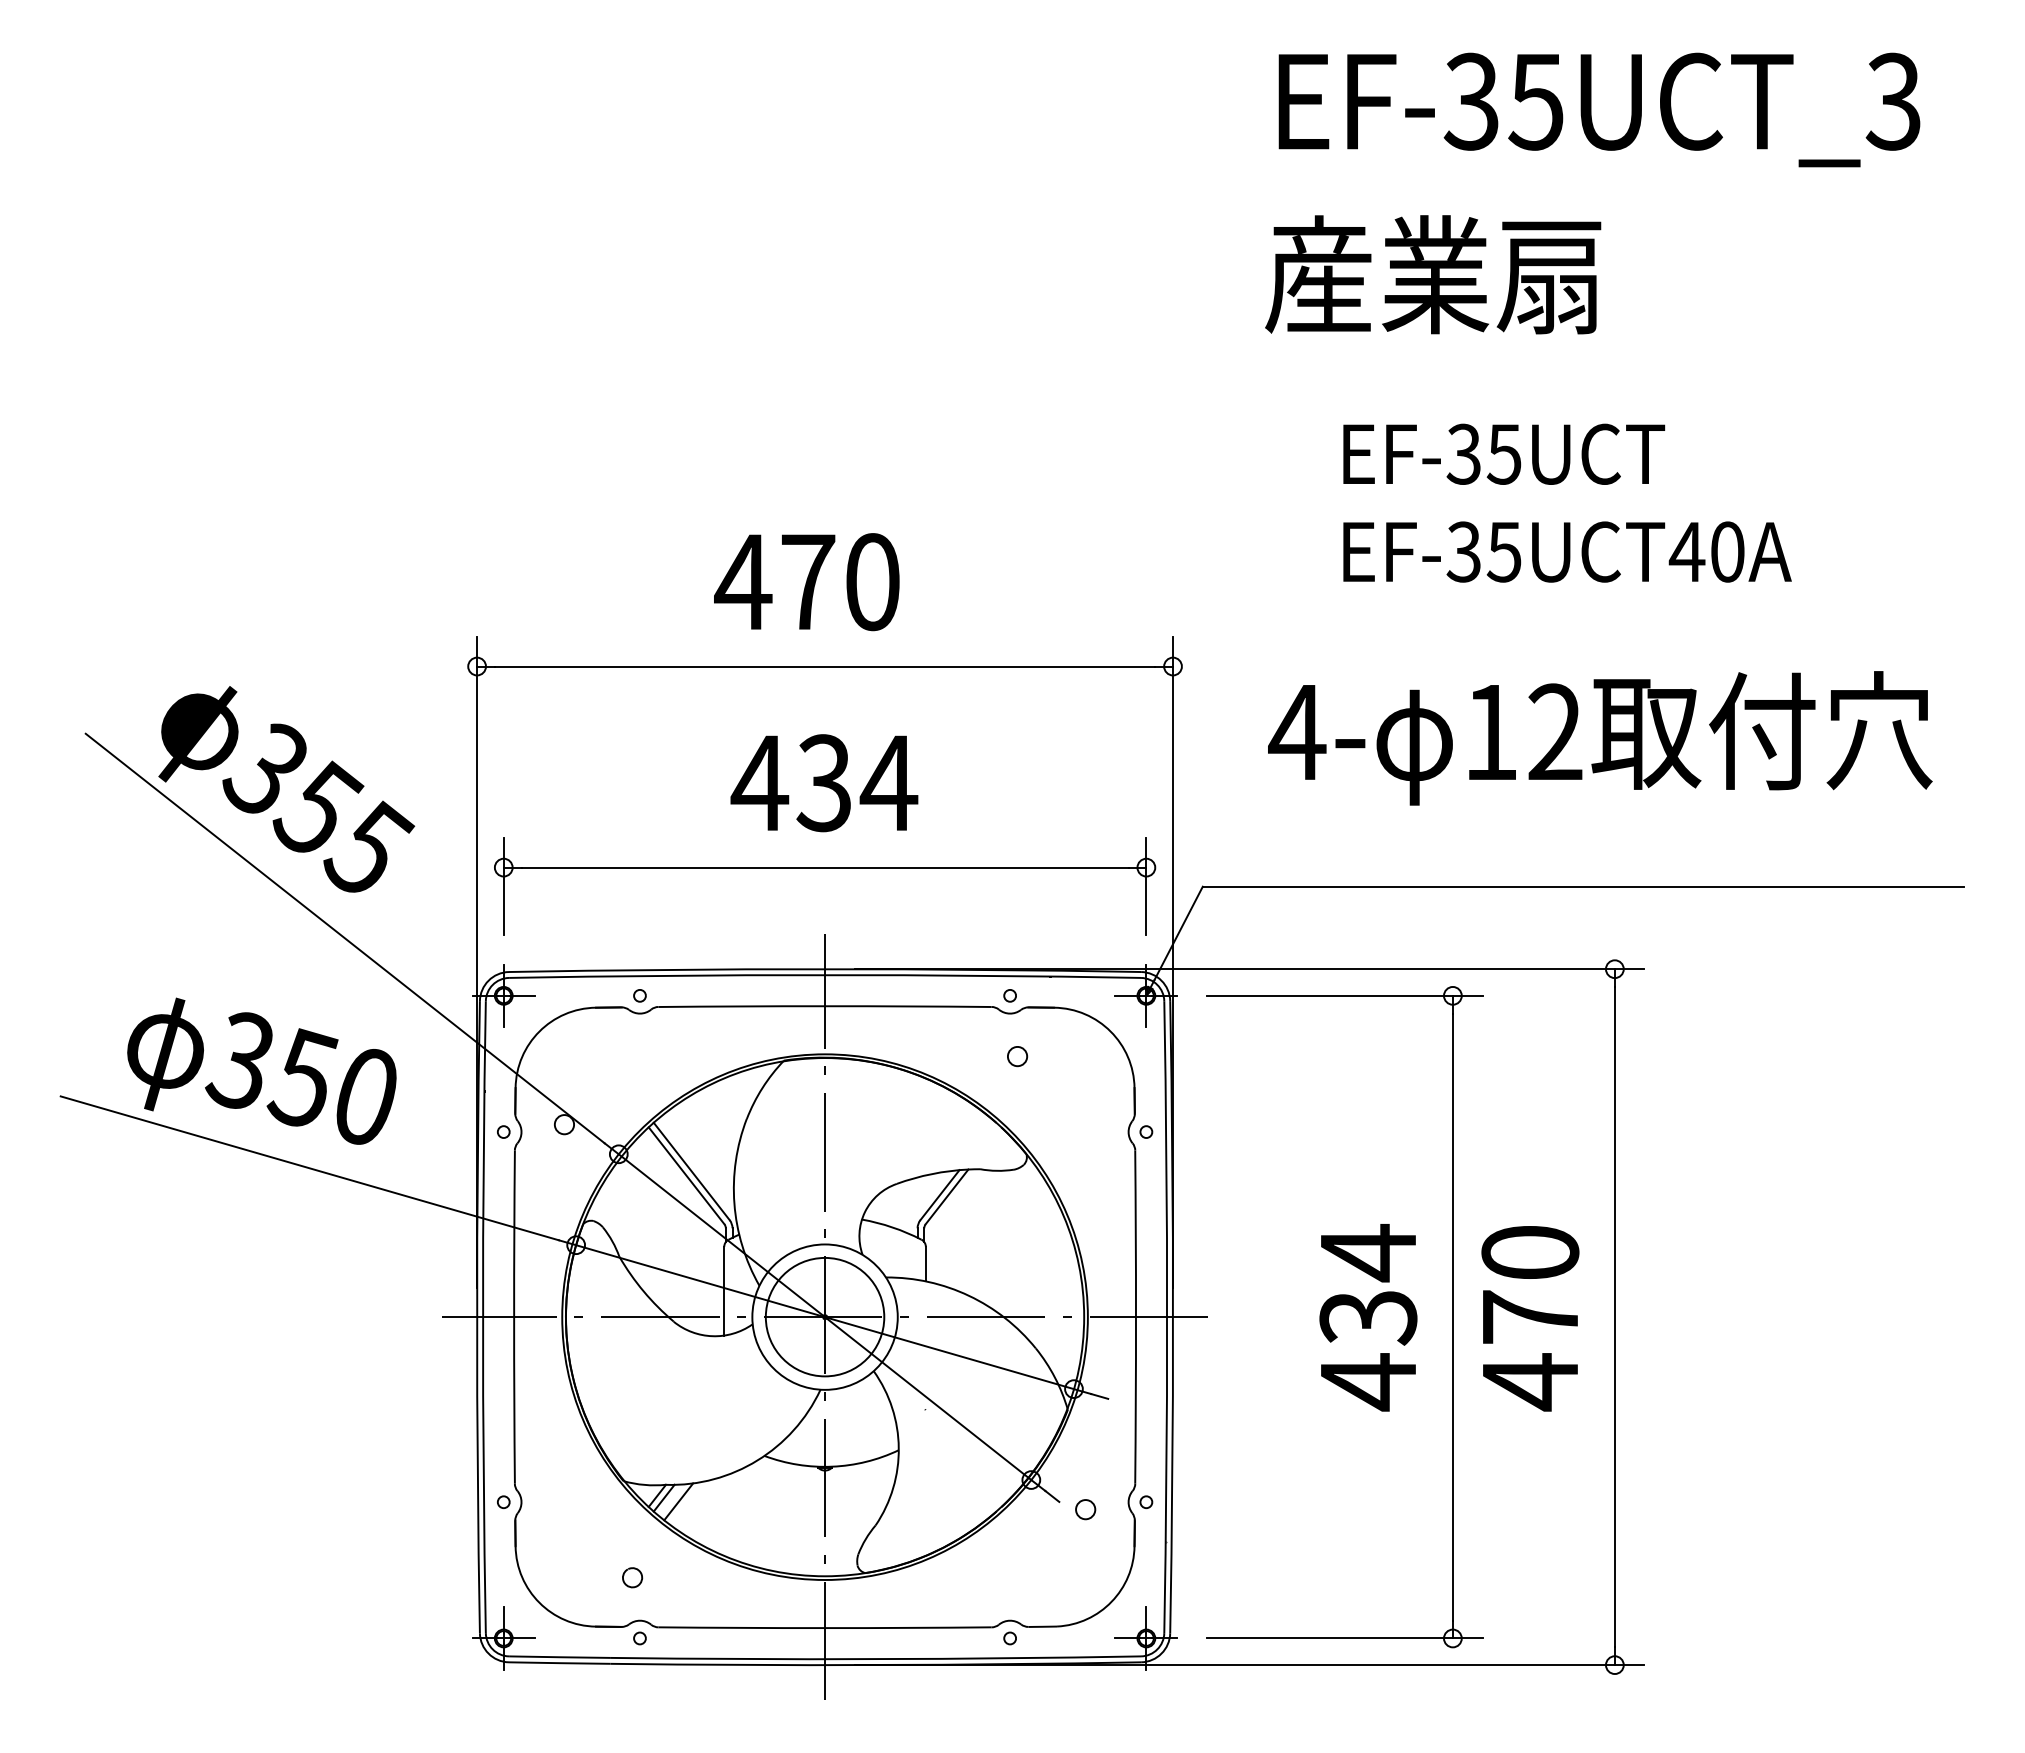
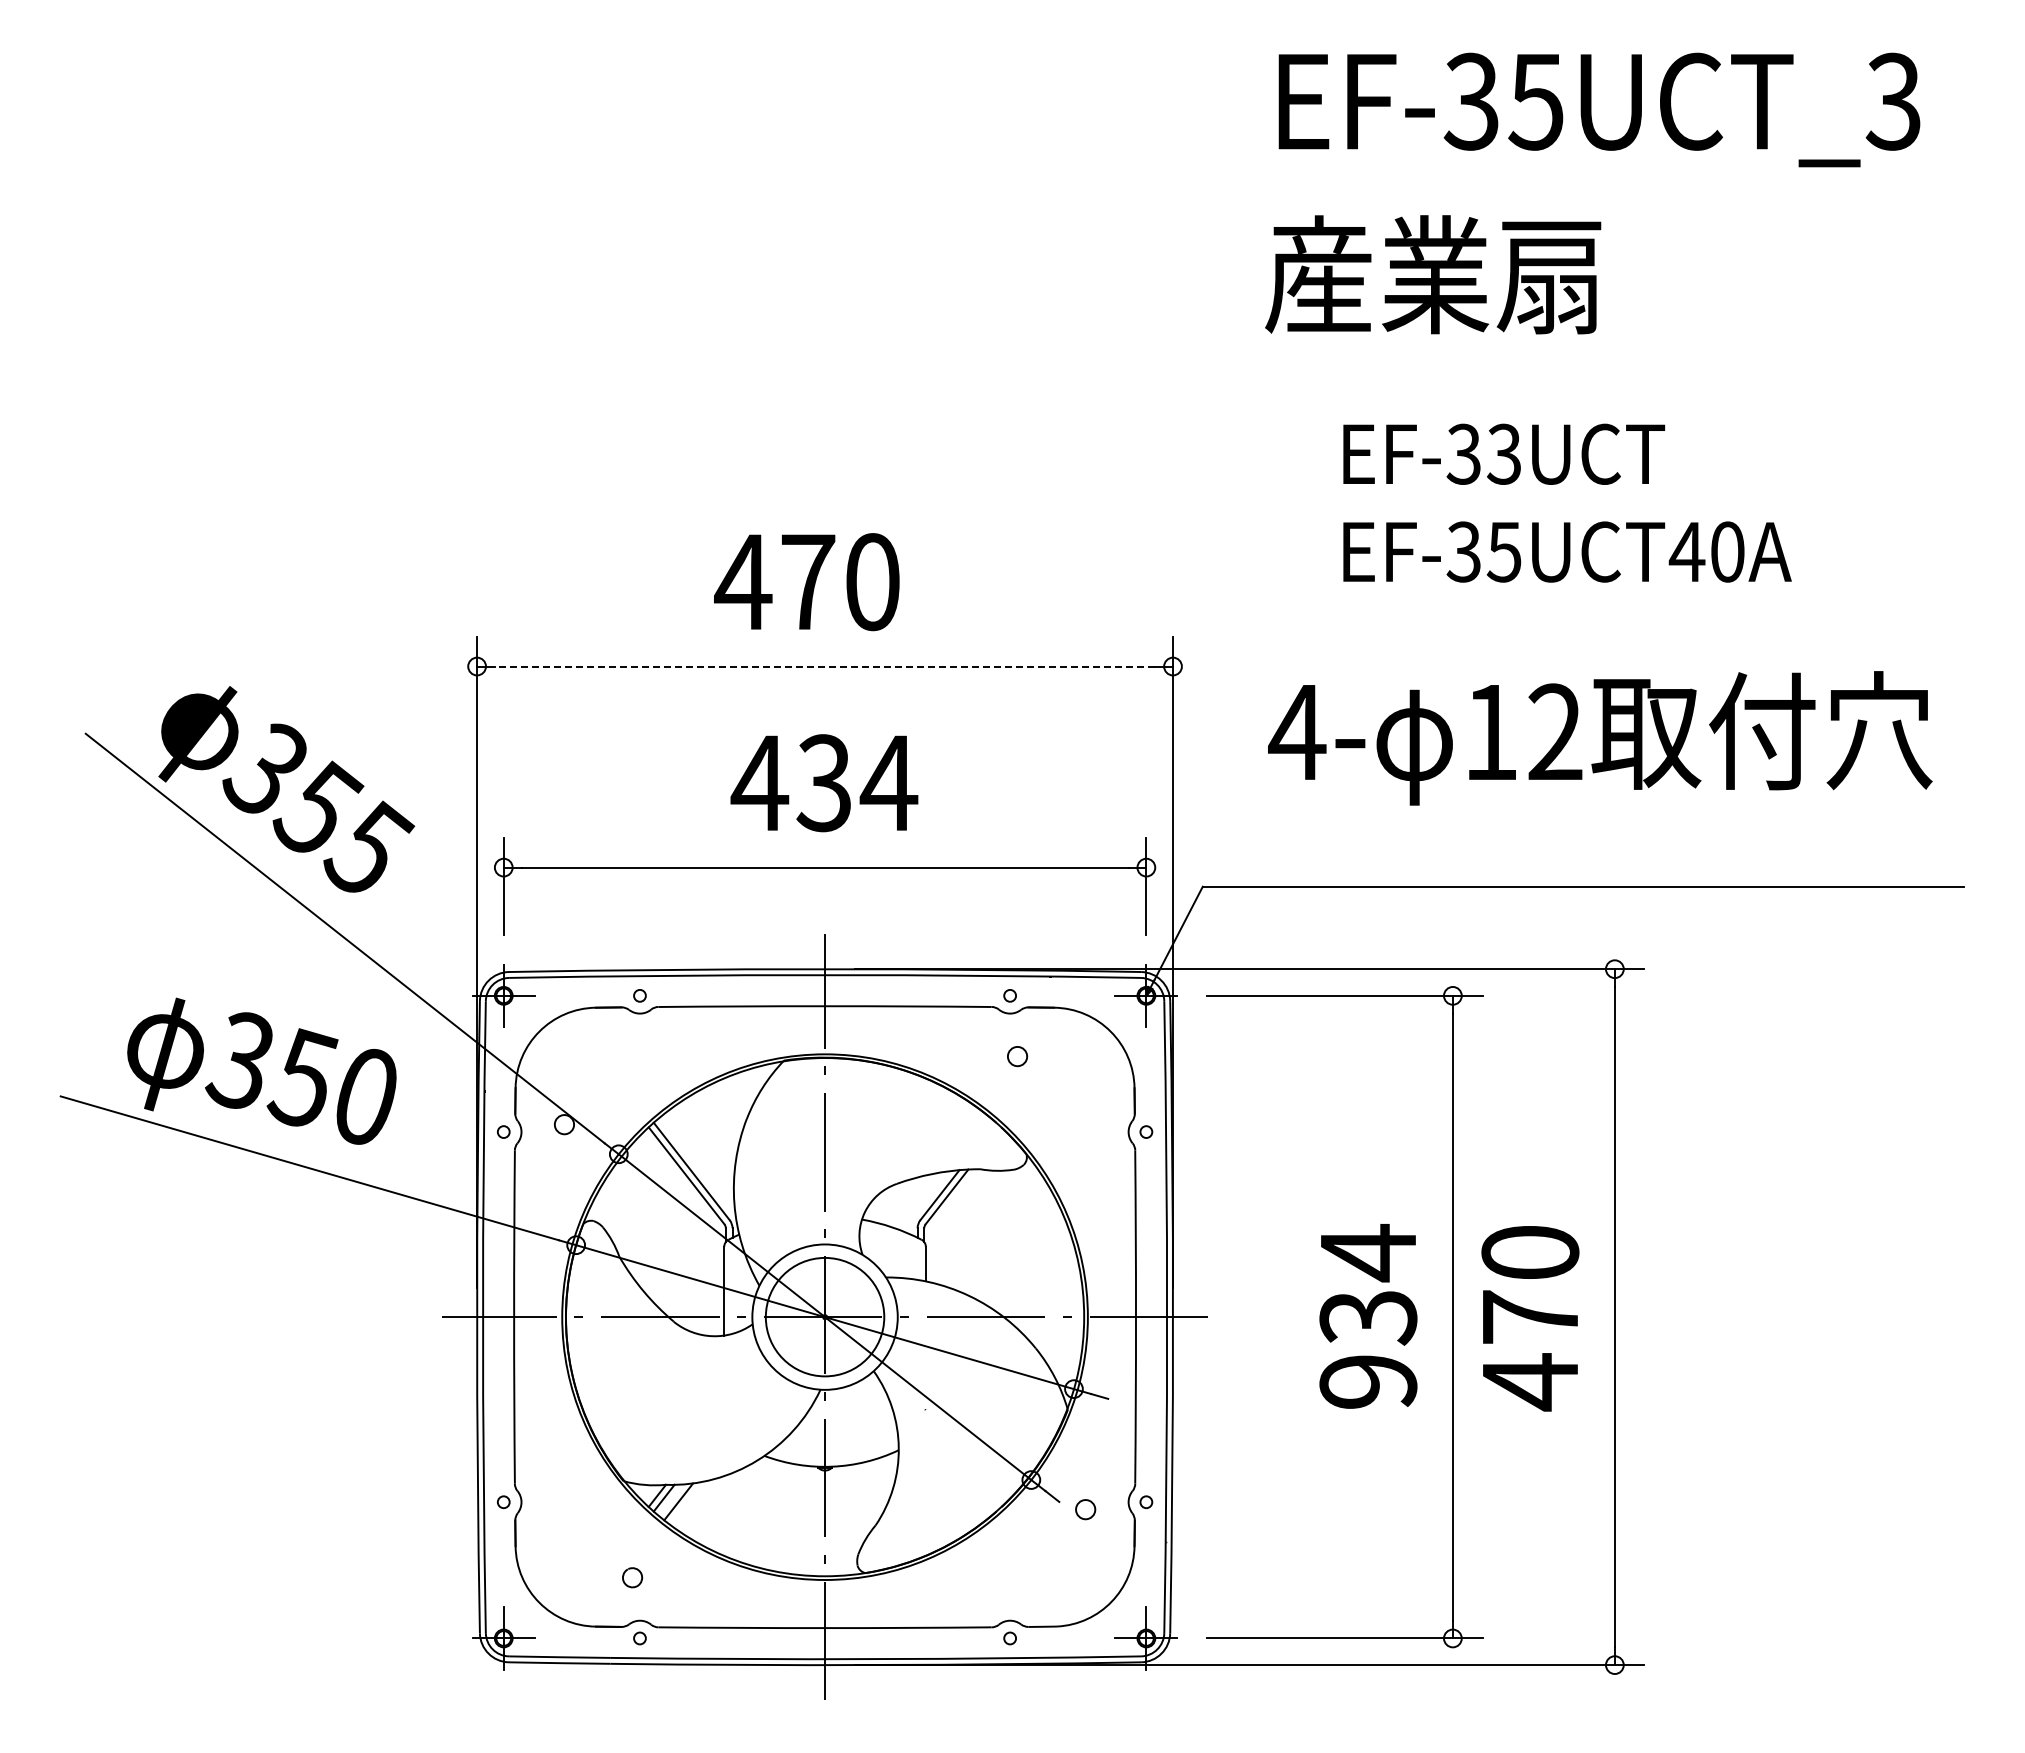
text at (1503, 453): EF-35UCT -> EF-33UCT
line at (824, 666): solid -> dashed
text at (1368, 1382): 434 -> 934
